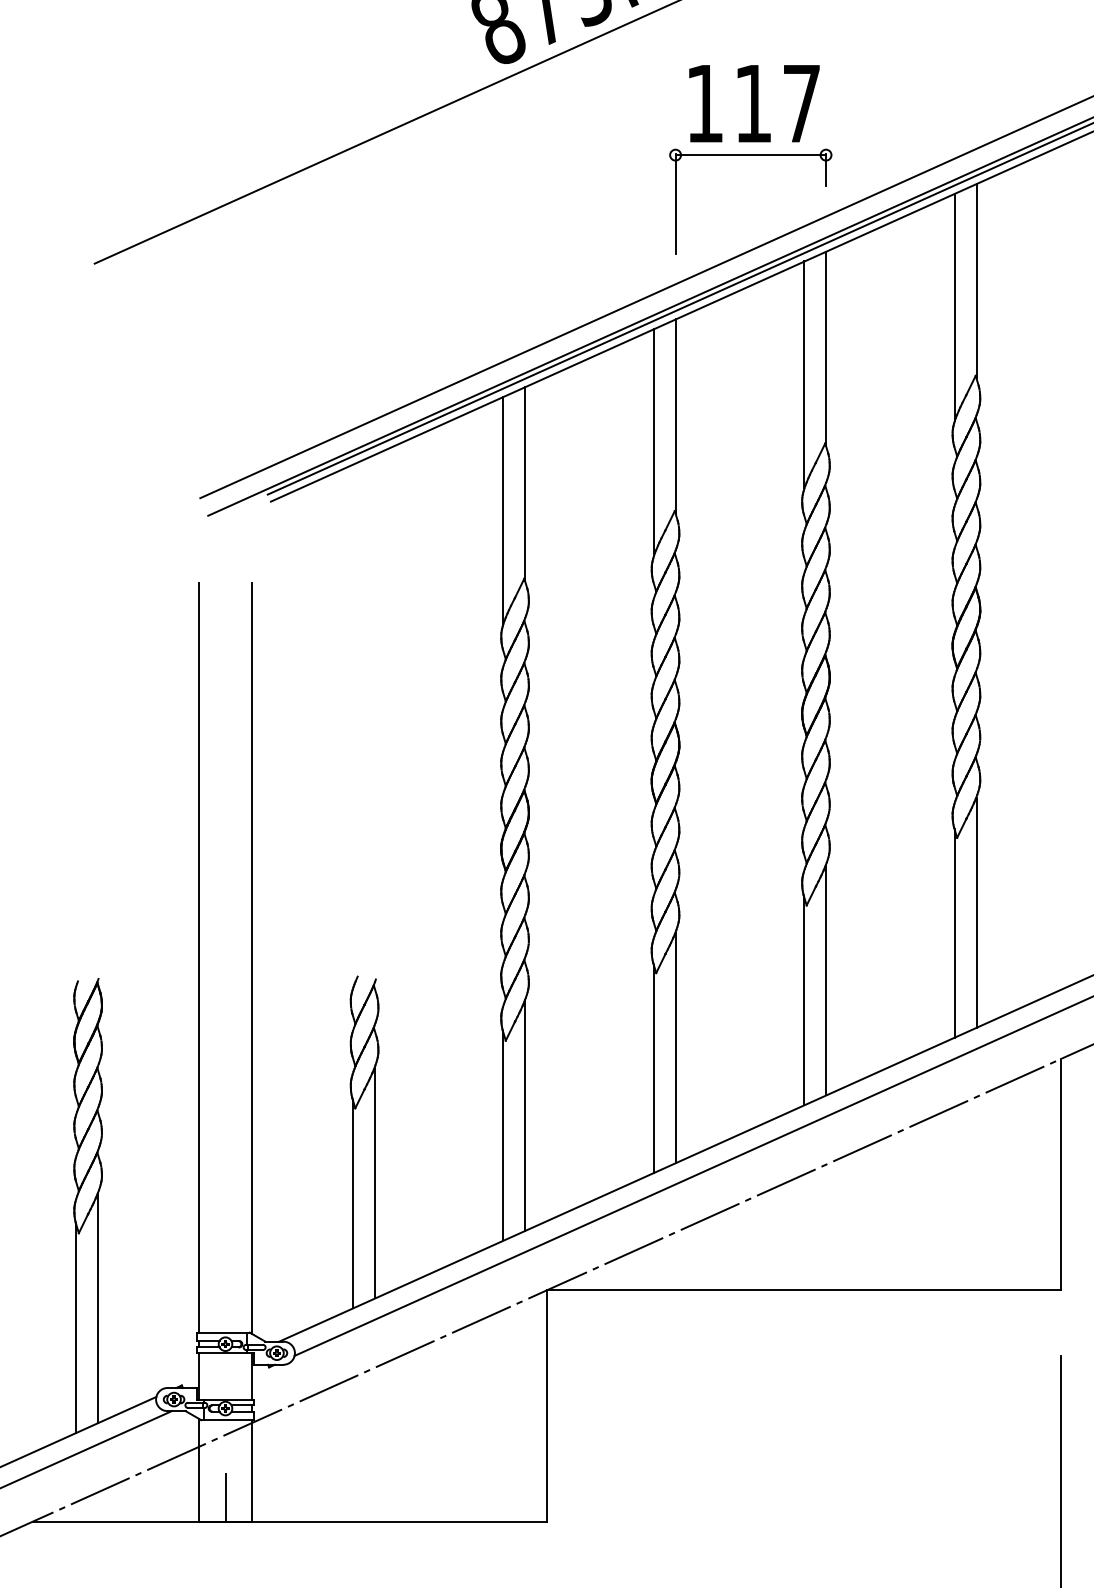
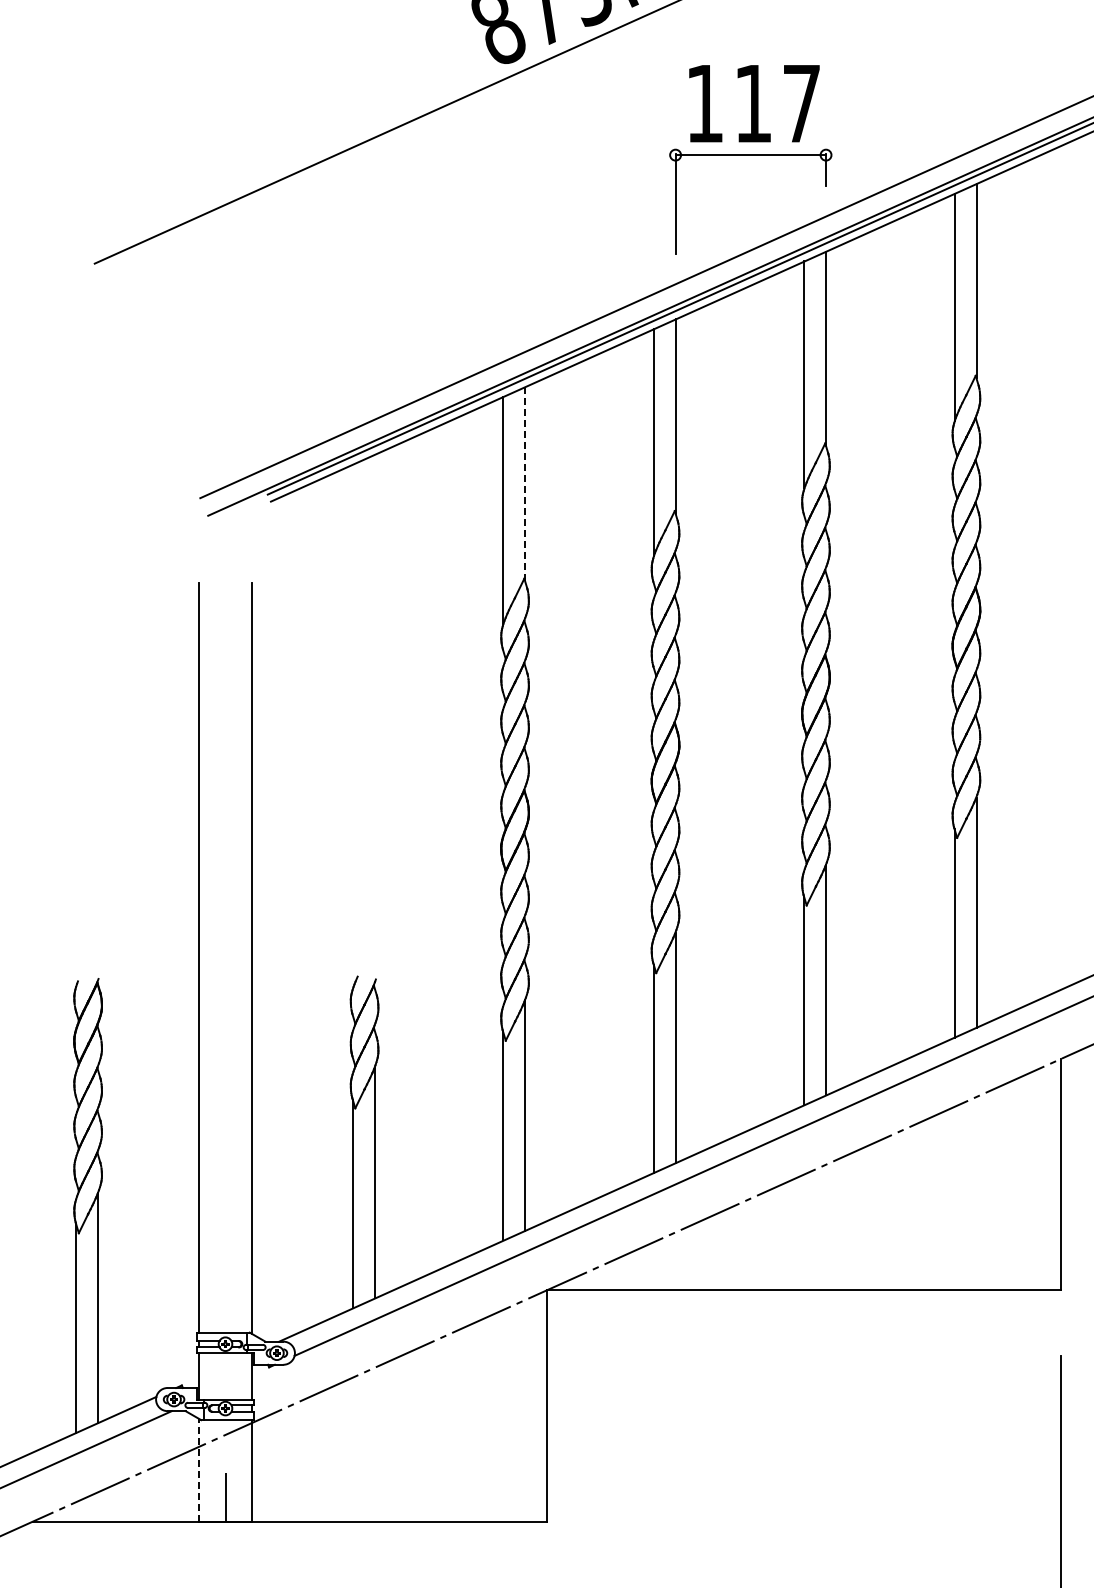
line at (525, 483): solid -> dashed
line at (199, 1469): solid -> dashed
